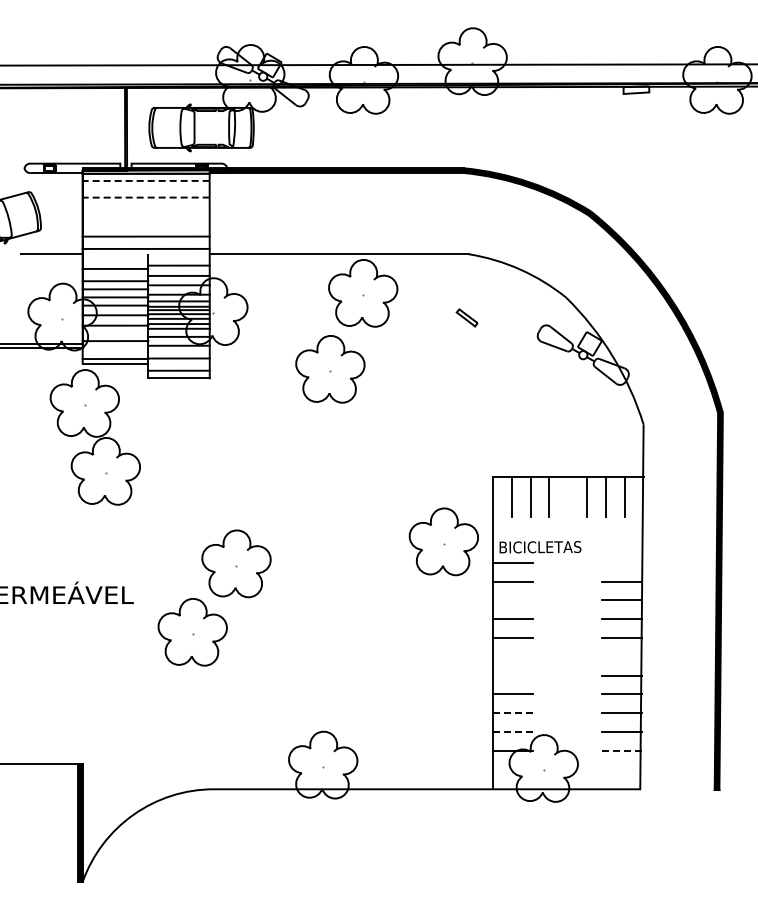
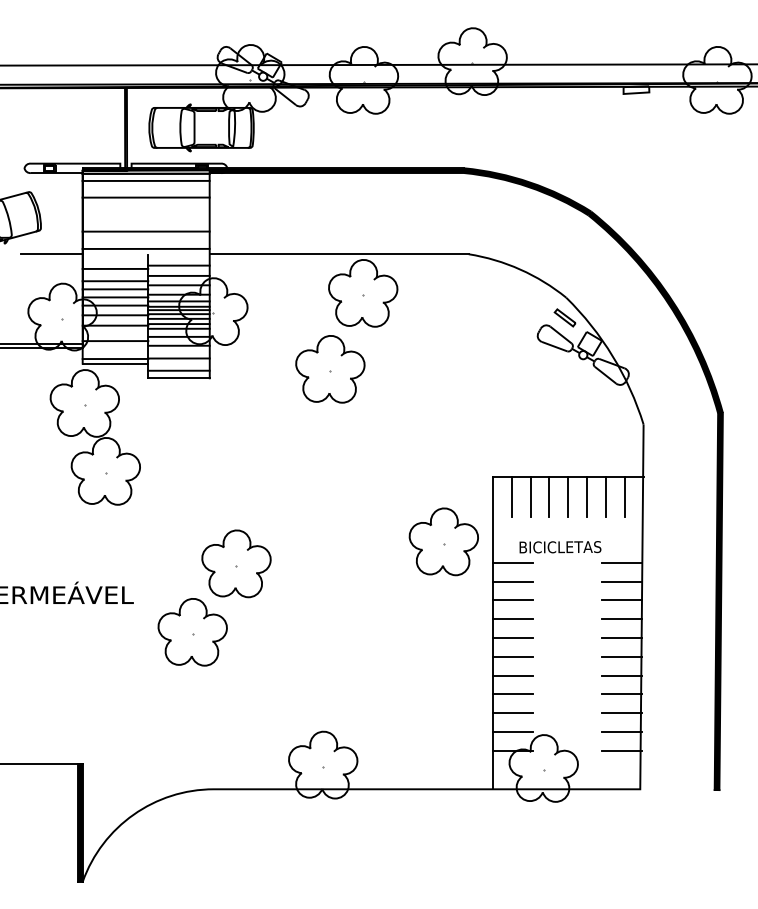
line at (146, 180): dashed -> solid
line at (146, 197): dashed -> solid
line at (145, 236) position: (145, 236) -> (145, 231)
part at (466, 317) position: (466, 317) -> (564, 317)
line at (568, 496): none -> present
text at (540, 547) position: (540, 547) -> (560, 547)
line at (621, 562): none -> present
line at (512, 600): none -> present
line at (512, 656): none -> present
line at (621, 656): none -> present
line at (512, 675): none -> present
line at (513, 713): dashed -> solid
line at (513, 732): dashed -> solid
line at (622, 750): dashed -> solid
